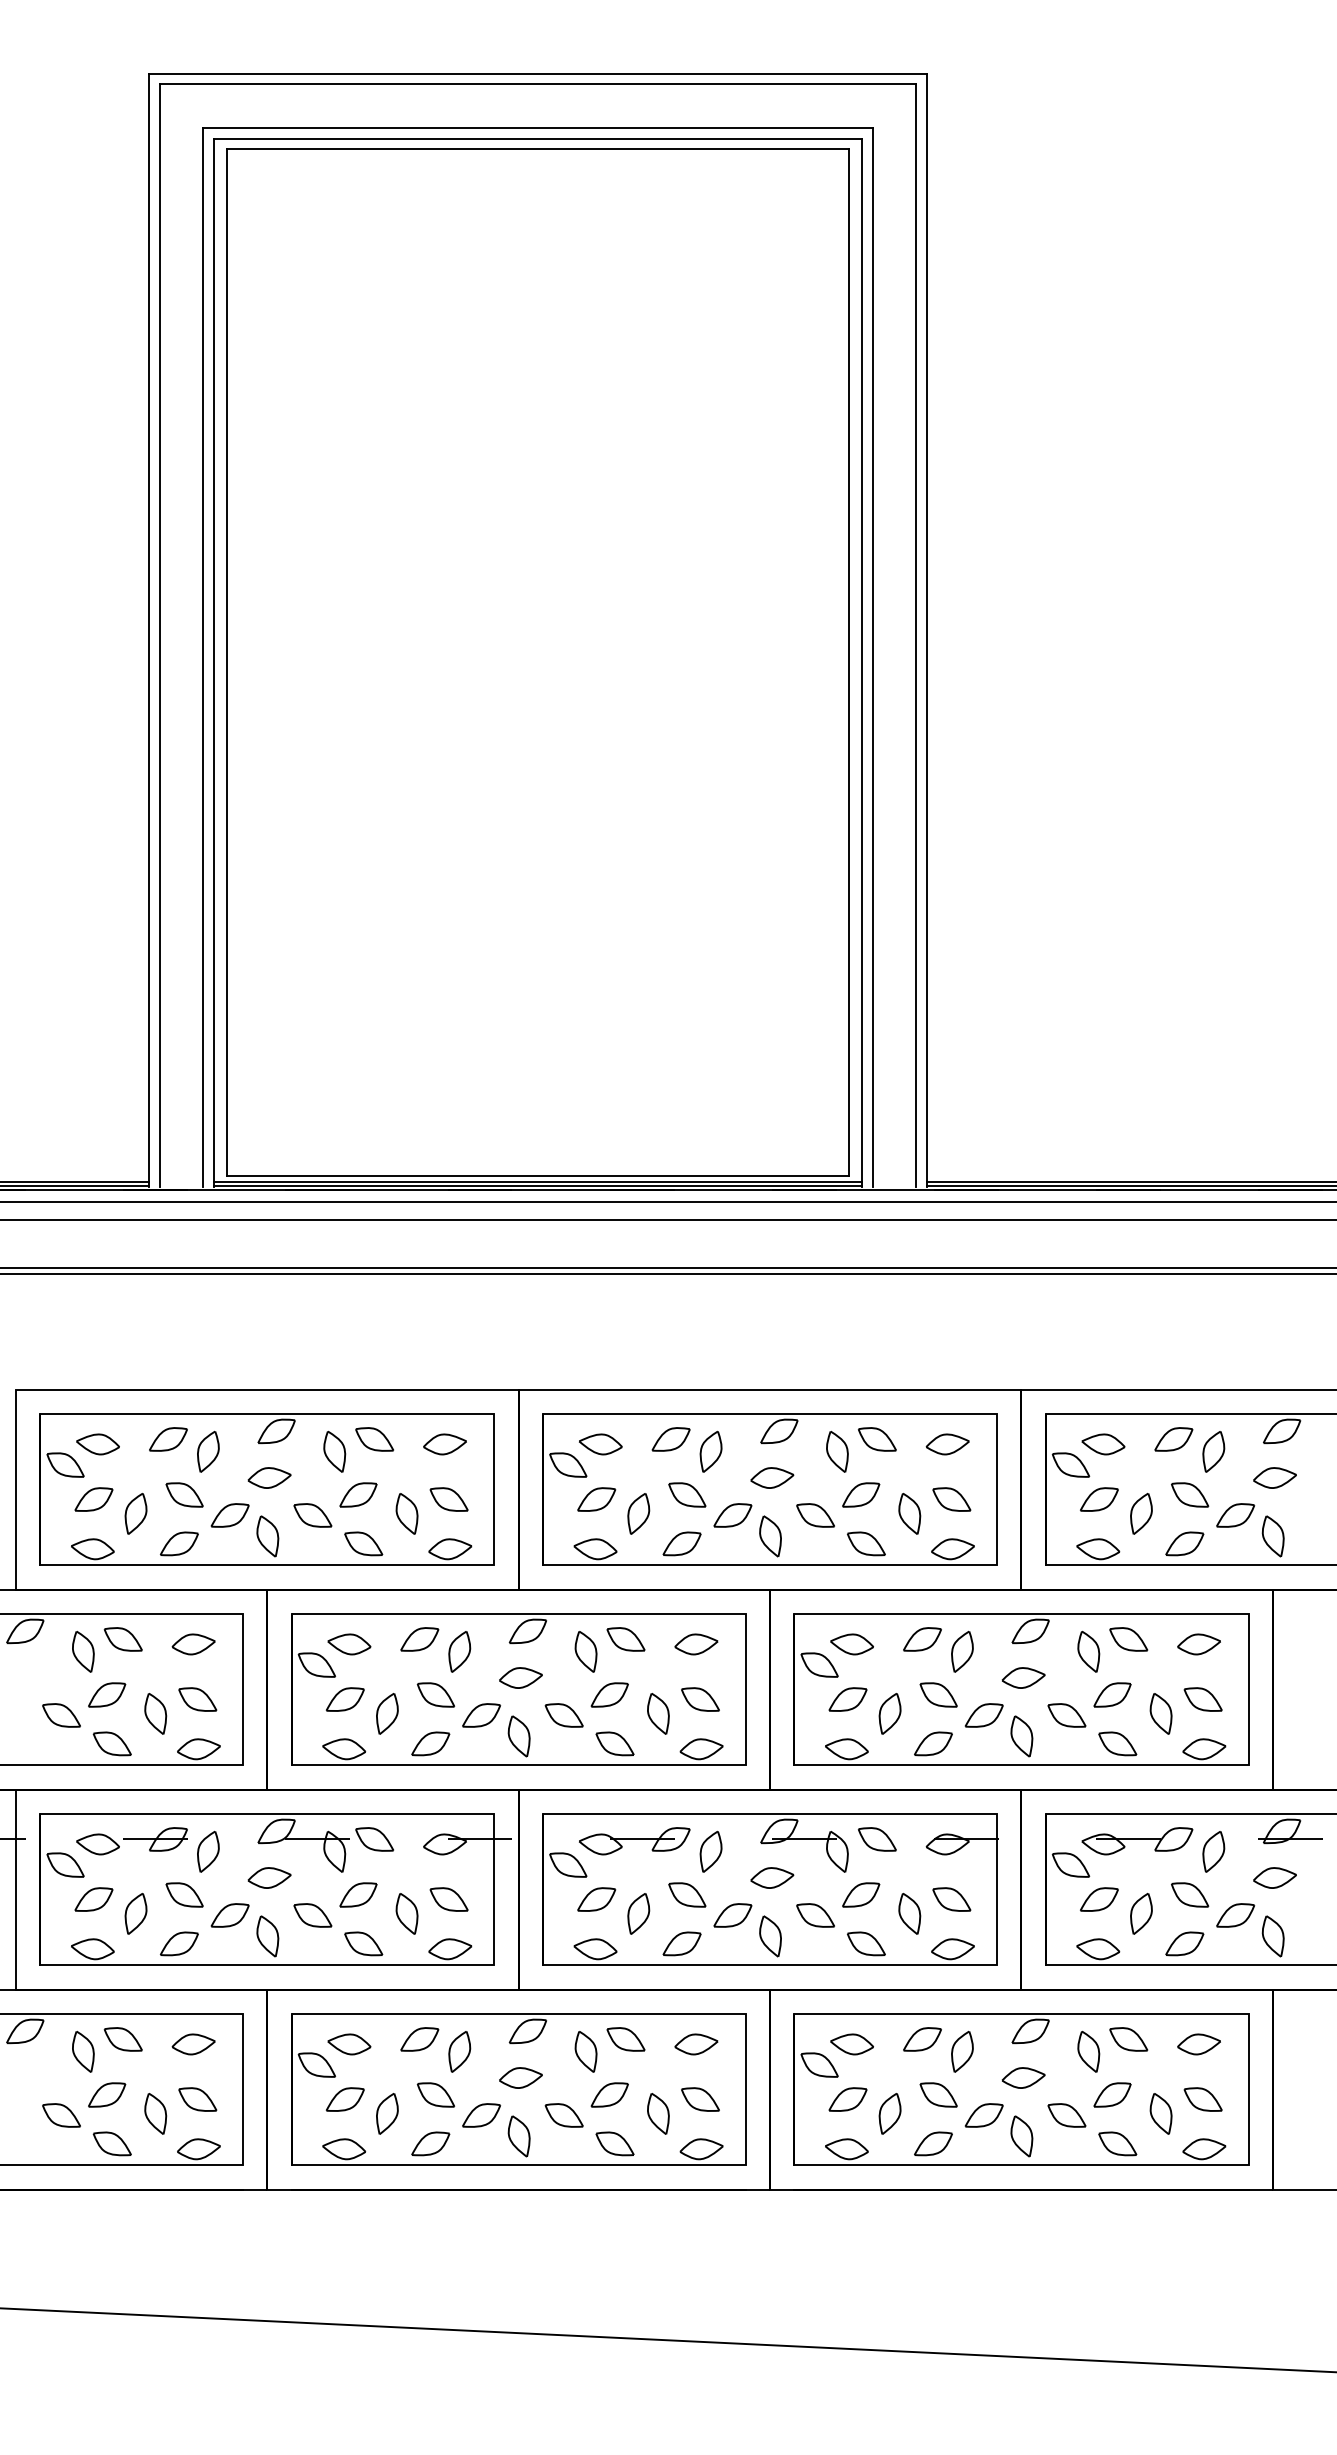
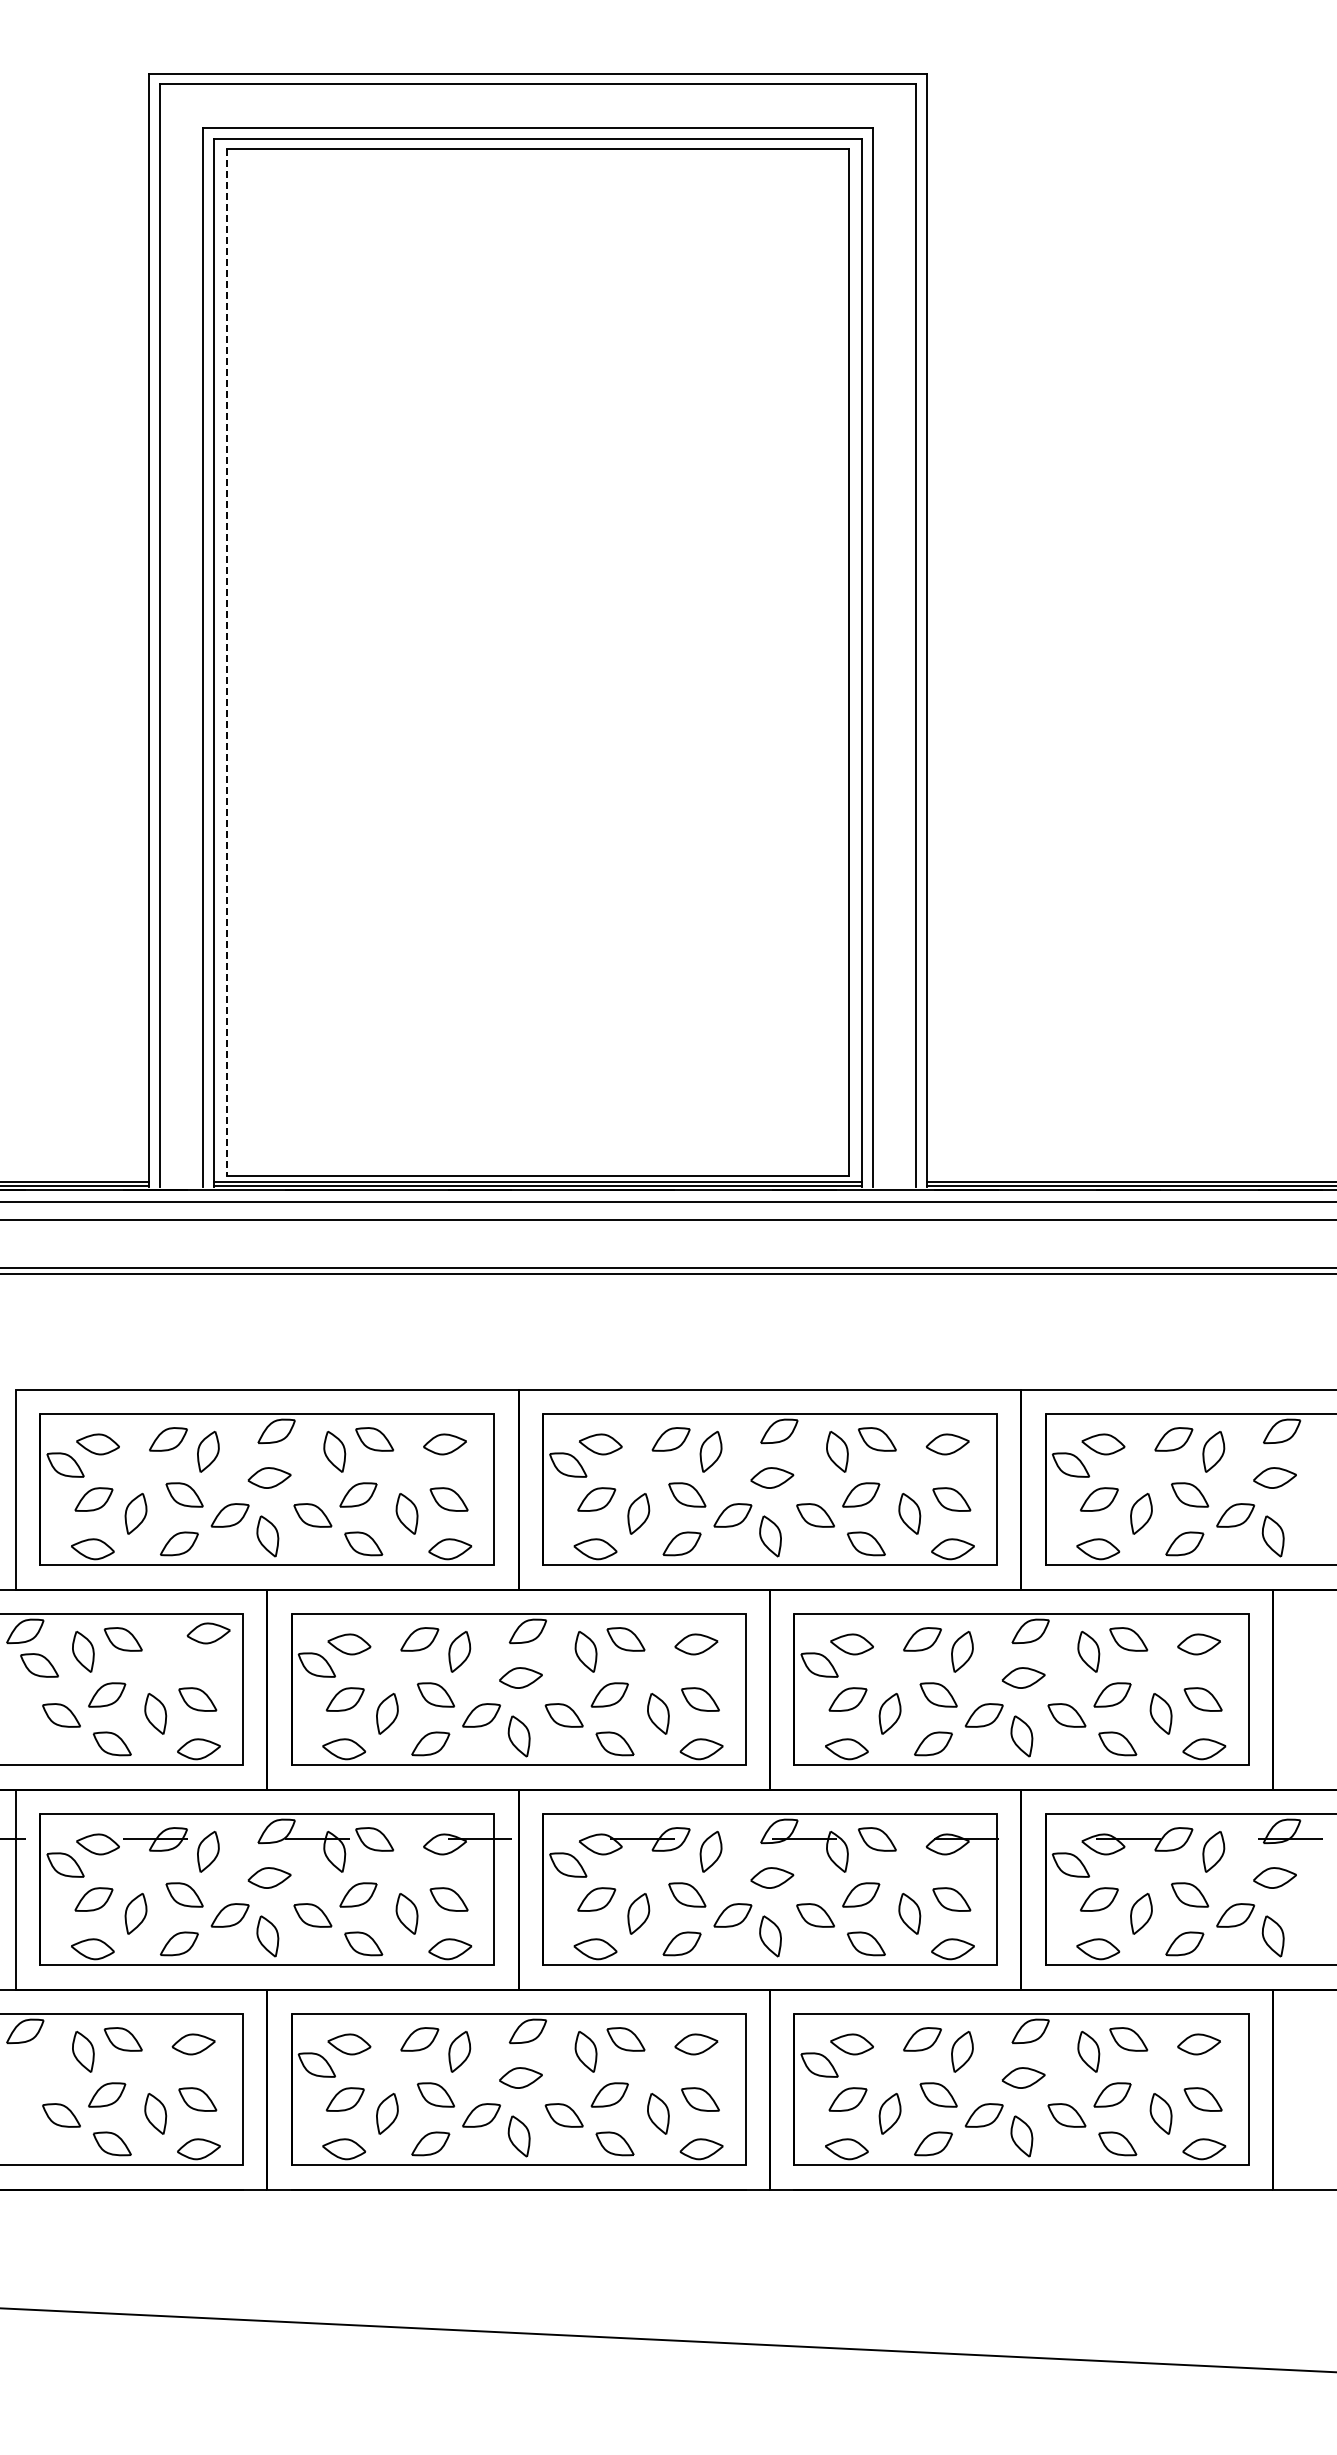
line at (227, 662): solid -> dashed
part at (193, 1644) position: (193, 1644) -> (208, 1633)
part at (39, 1665): none -> present
